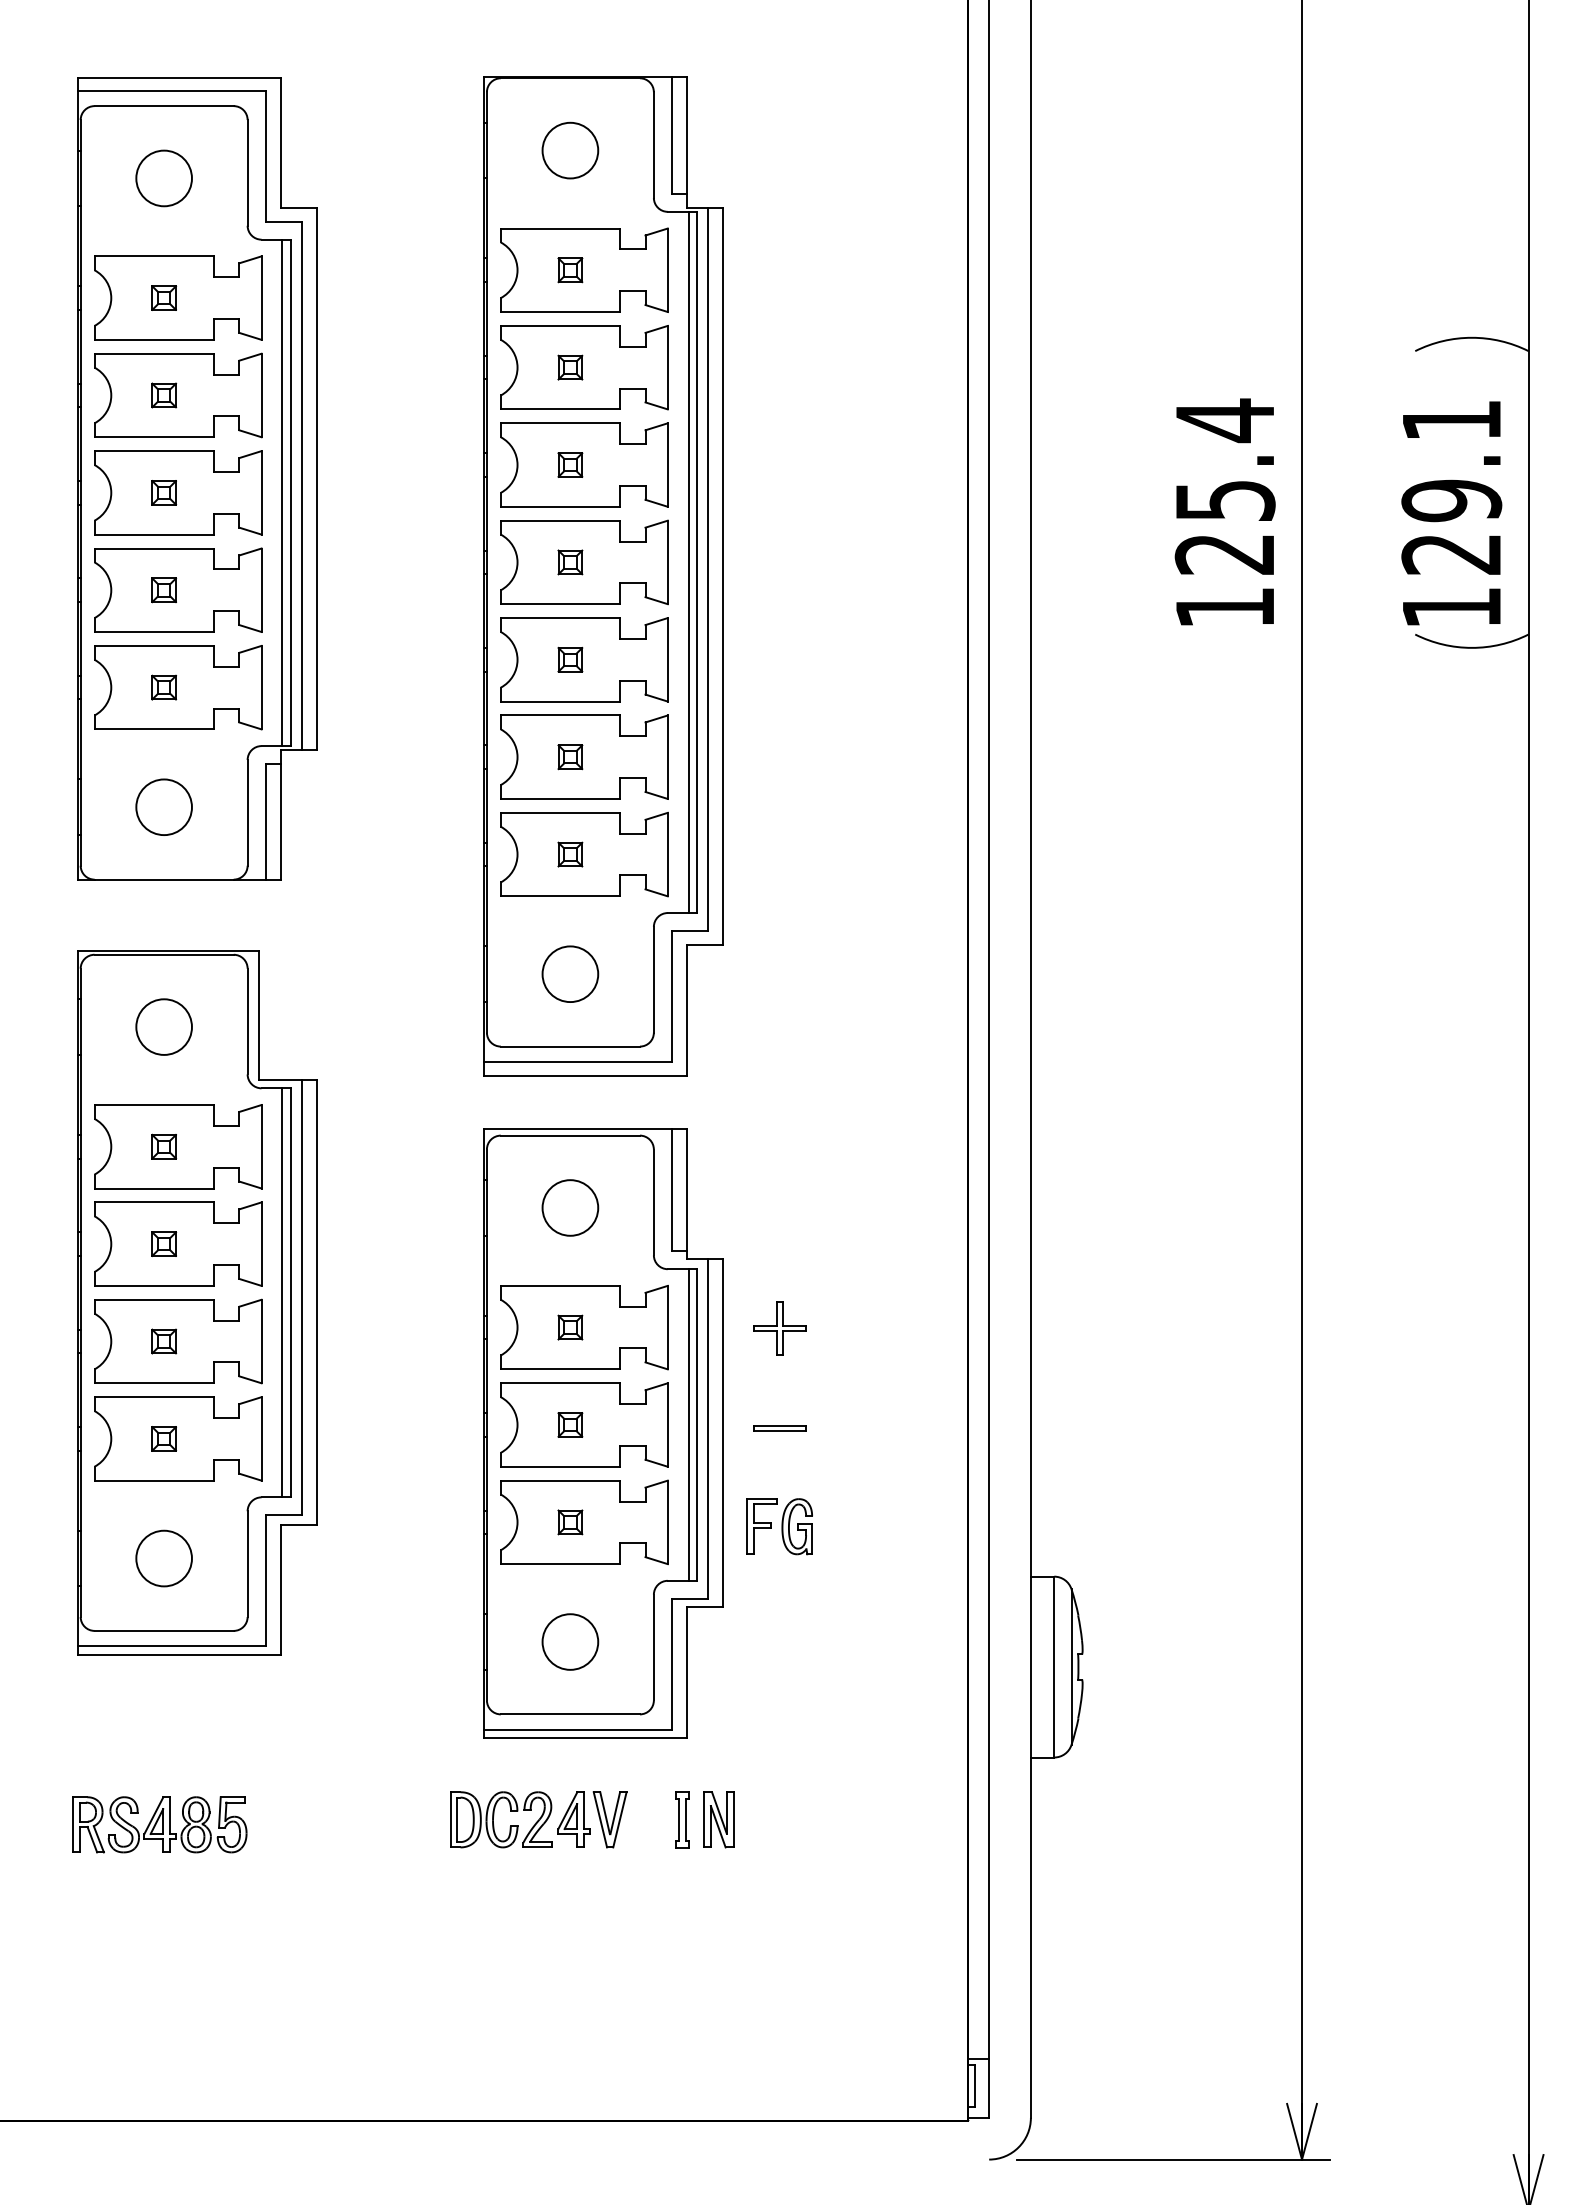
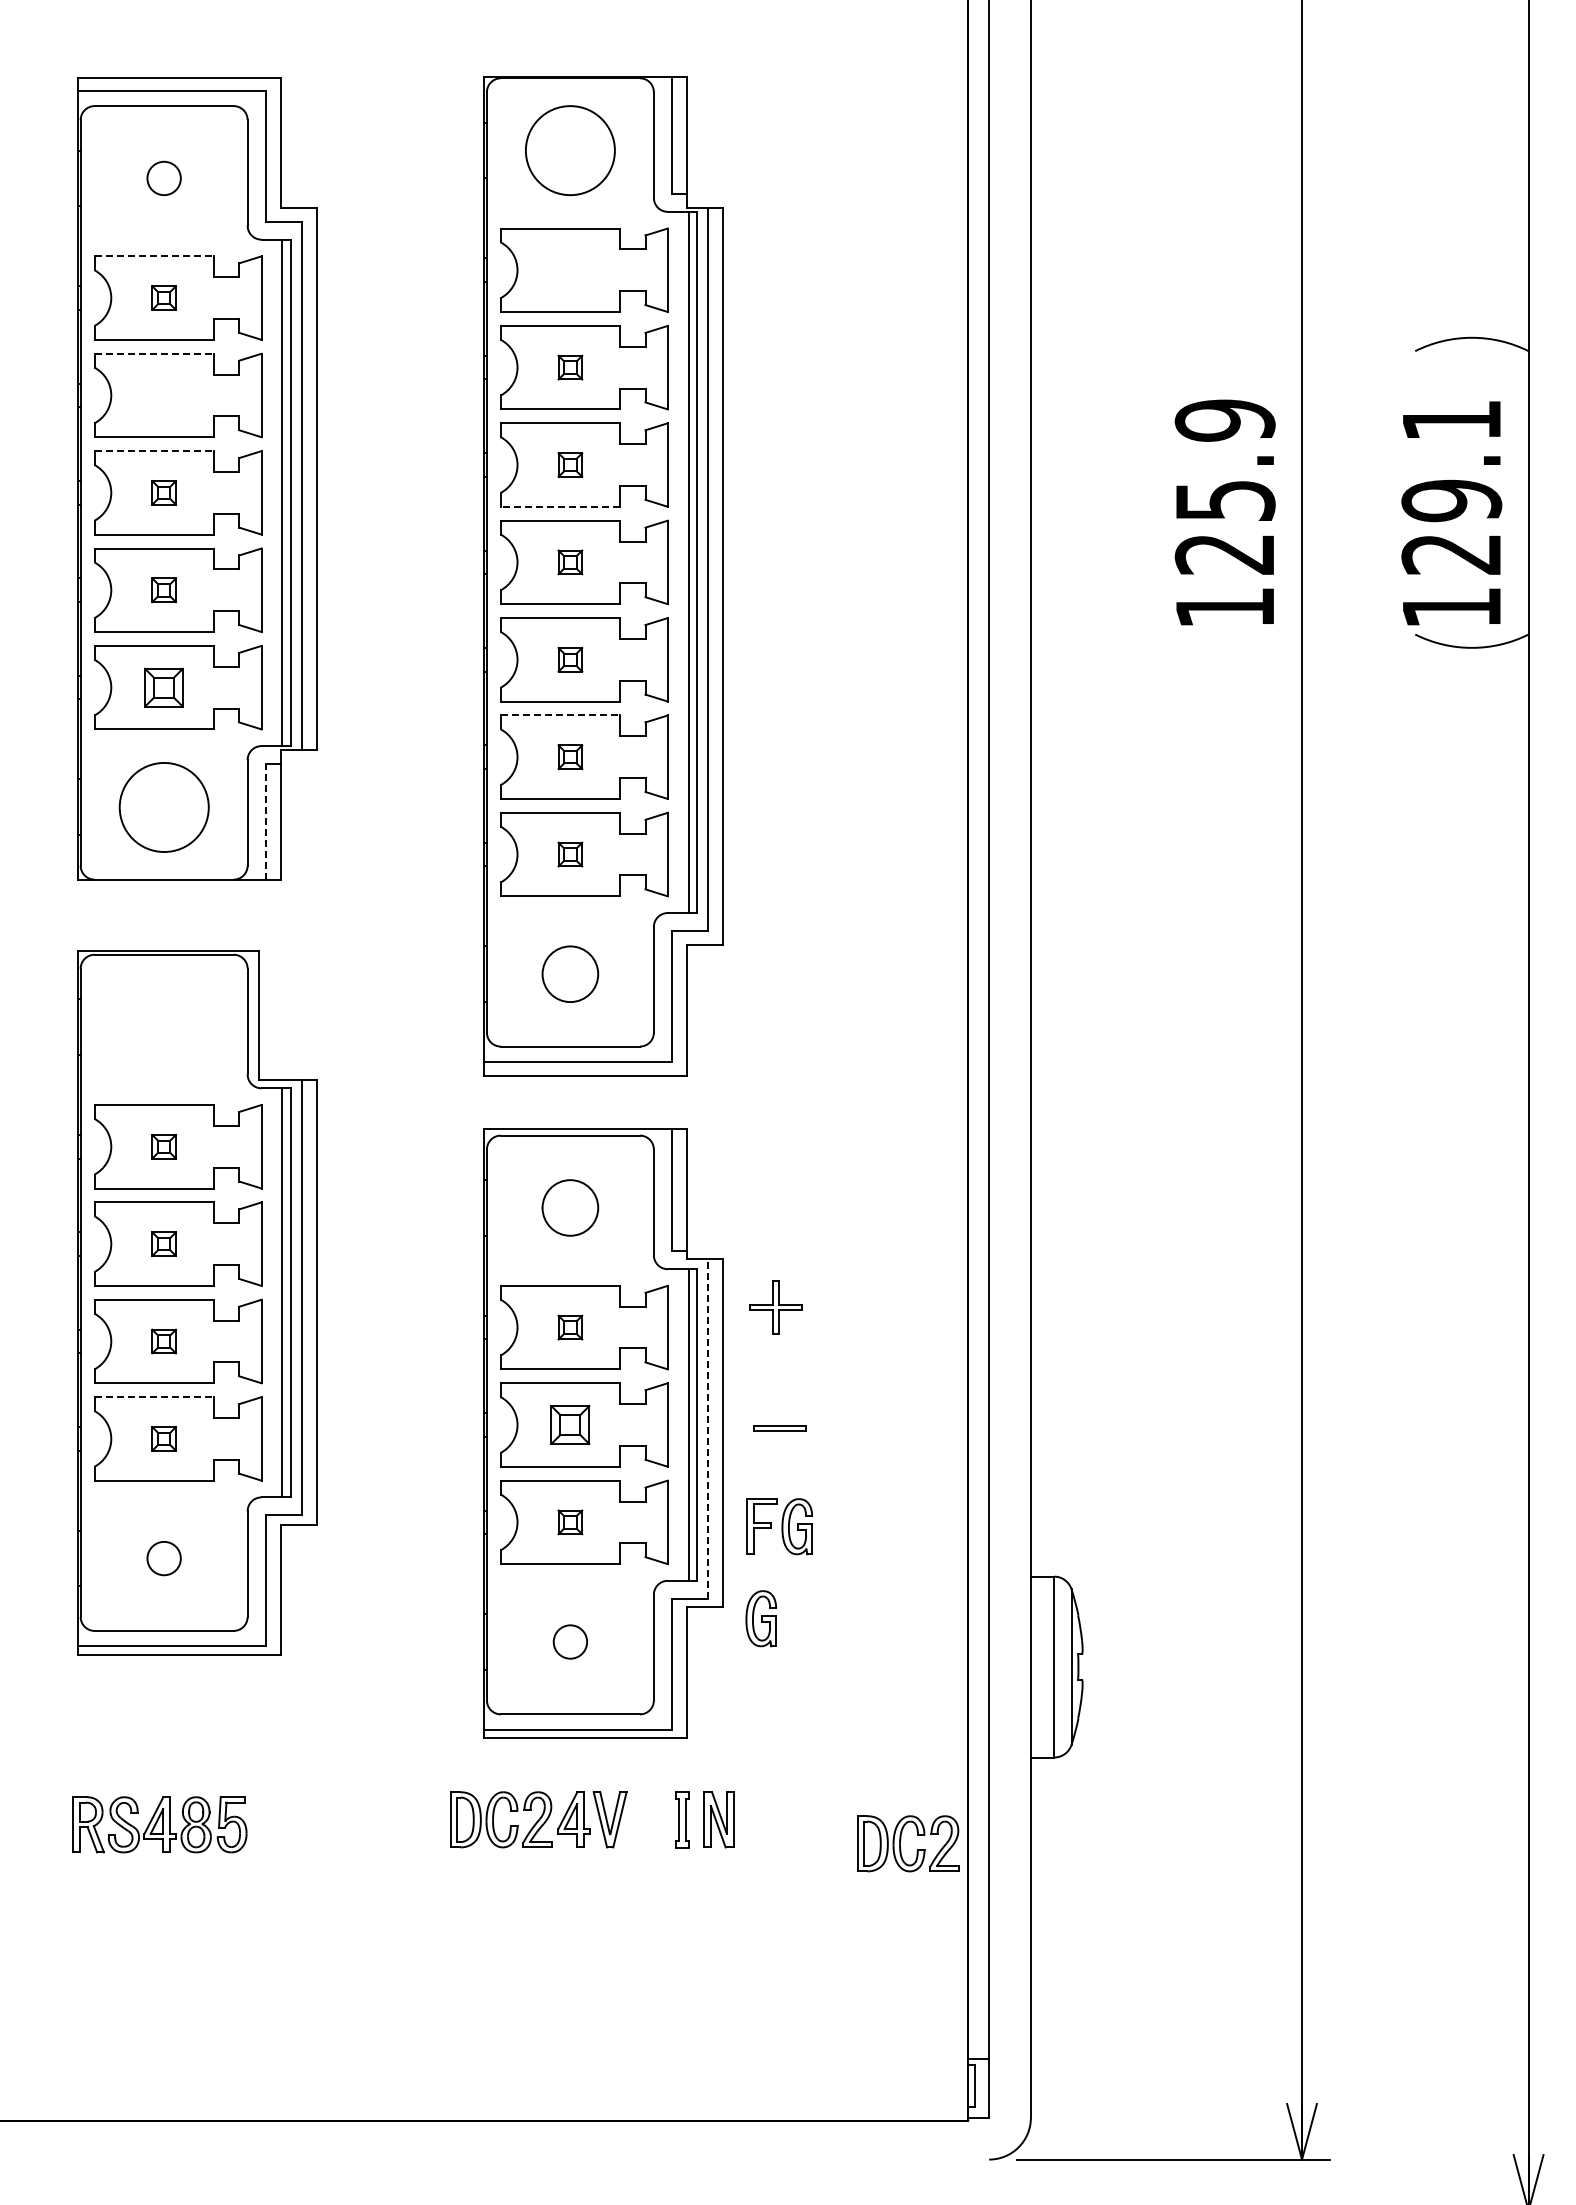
circle at (570, 150) diameter: 56 px -> 89 px
circle at (163, 178) diameter: 56 px -> 33 px
line at (154, 256): solid -> dashed
part at (570, 270): present -> none
line at (154, 353): solid -> dashed
part at (164, 395): present -> none
text at (1224, 420): 125.4 -> 125.9
line at (154, 451): solid -> dashed
line at (560, 506): solid -> dashed
part at (164, 687) size: 27x27 px -> 40x41 px
line at (560, 715): solid -> dashed
circle at (163, 806) size: 58x58 px -> 92x91 px
line at (265, 821): solid -> dashed
circle at (163, 1026): present -> none
part at (779, 1328) position: (779, 1328) -> (775, 1307)
line at (154, 1397): solid -> dashed
part at (570, 1424) size: 27x26 px -> 41x40 px
line at (708, 1429): solid -> dashed
circle at (163, 1558) diameter: 56 px -> 33 px
part at (760, 1618): none -> present
circle at (570, 1641) size: 59x58 px -> 36x36 px
part at (901, 1840): none -> present
